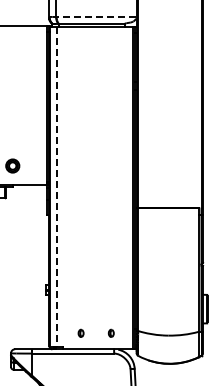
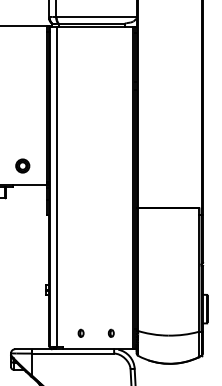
line at (96, 17): dashed -> solid
part at (12, 165) position: (12, 165) -> (22, 165)
line at (57, 187): dashed -> solid
